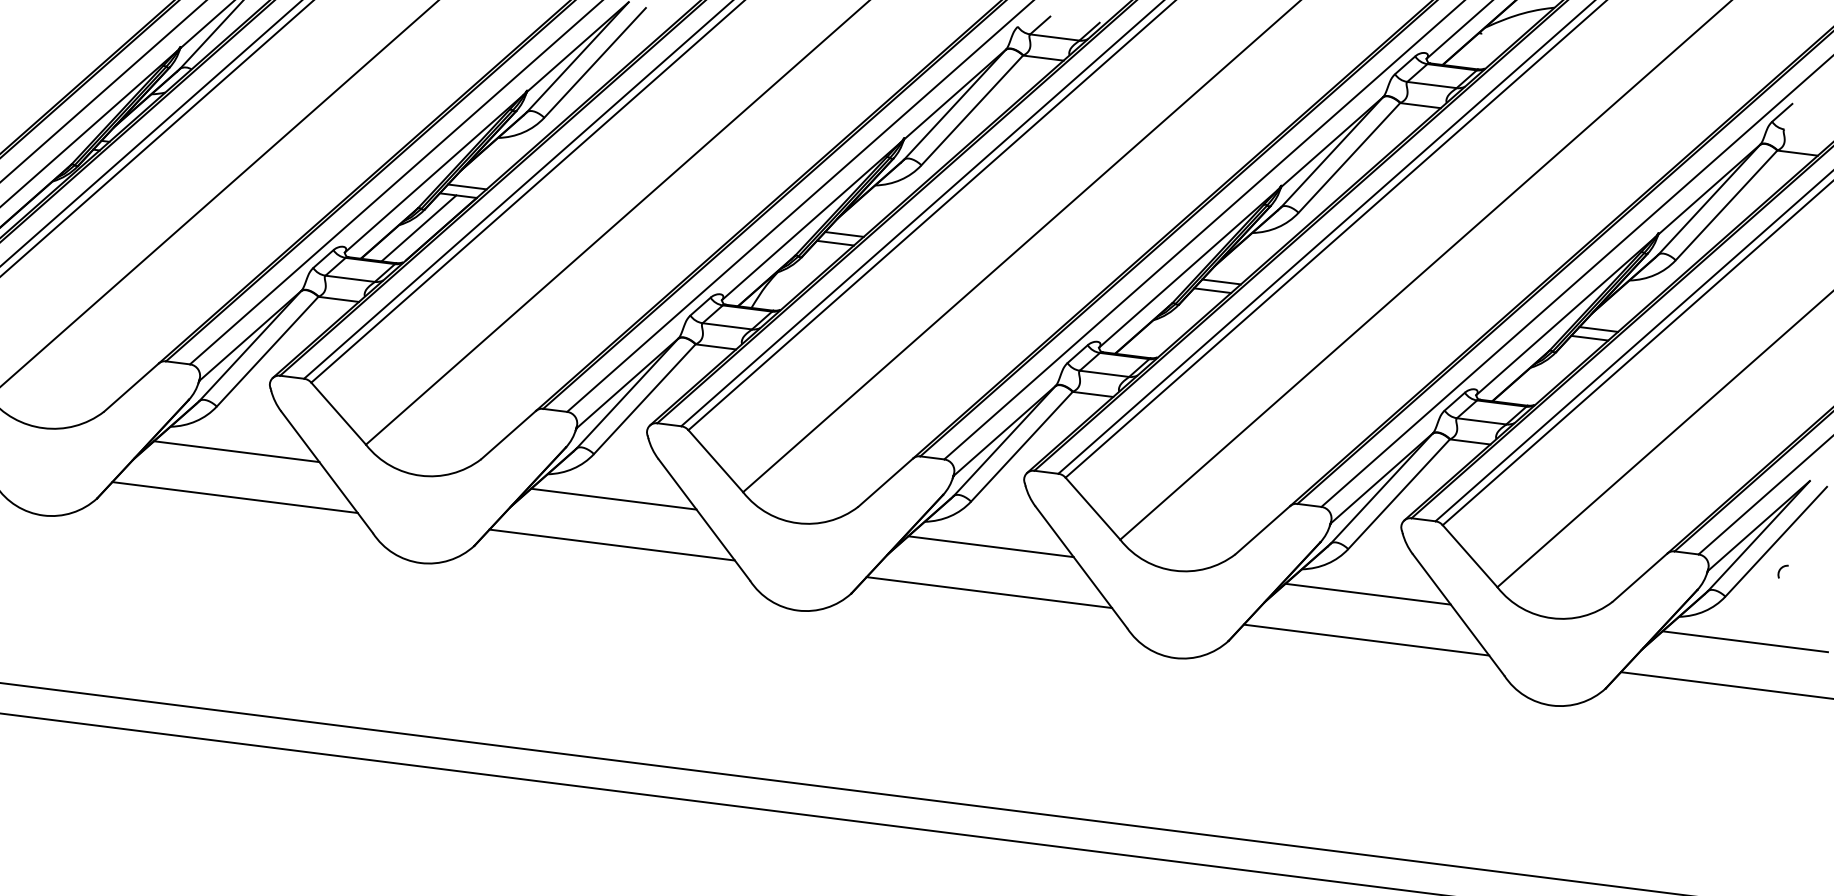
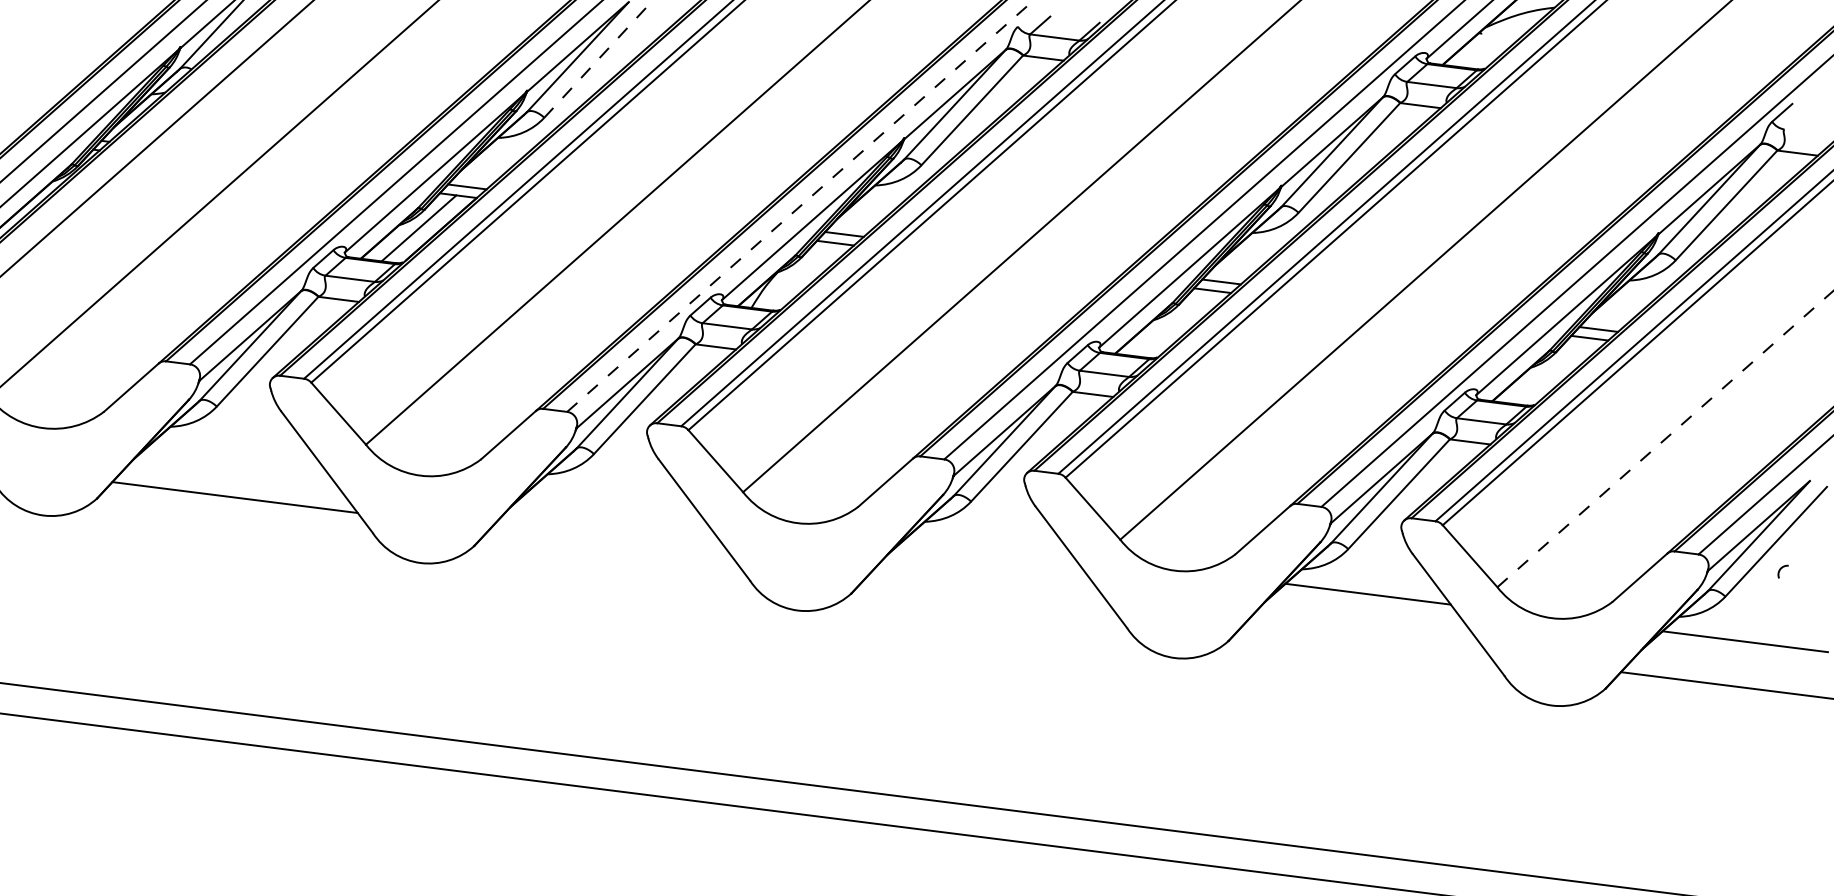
line at (595, 62): solid -> dashed
line at (150, 133): present -> none
line at (800, 206): solid -> dashed
line at (1665, 439): solid -> dashed
line at (236, 451): present -> none
line at (613, 498): present -> none
line at (611, 544): present -> none
line at (990, 546): present -> none
line at (989, 592): present -> none
line at (1366, 639): present -> none
